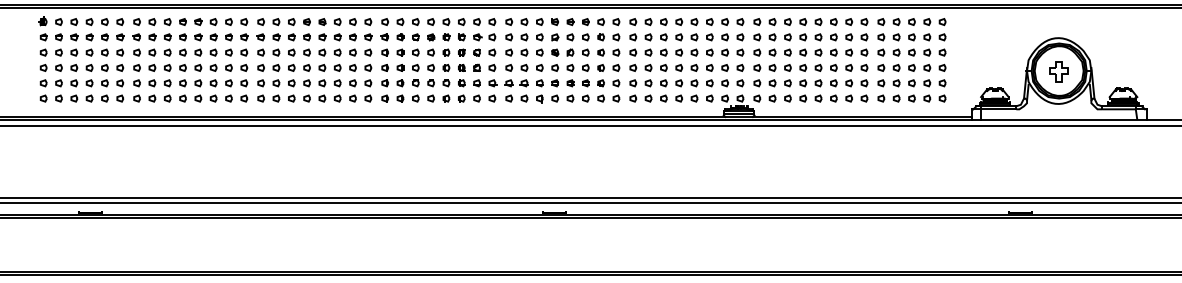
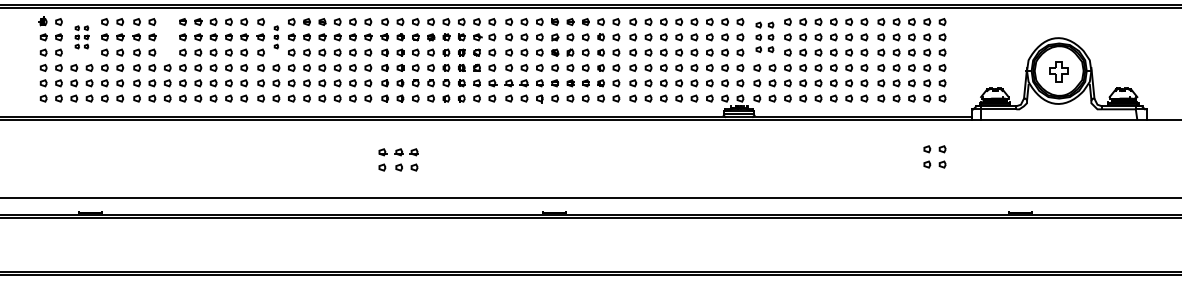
part at (81, 37) size: 24x39 px -> 16x25 px
part at (167, 37): present -> none
part at (276, 37) size: 9x39 px -> 6x25 px
part at (764, 37) size: 24x39 px -> 20x32 px
line at (590, 126): present -> none
part at (934, 156): none -> present
part at (398, 159): none -> present
line at (590, 202): present -> none
